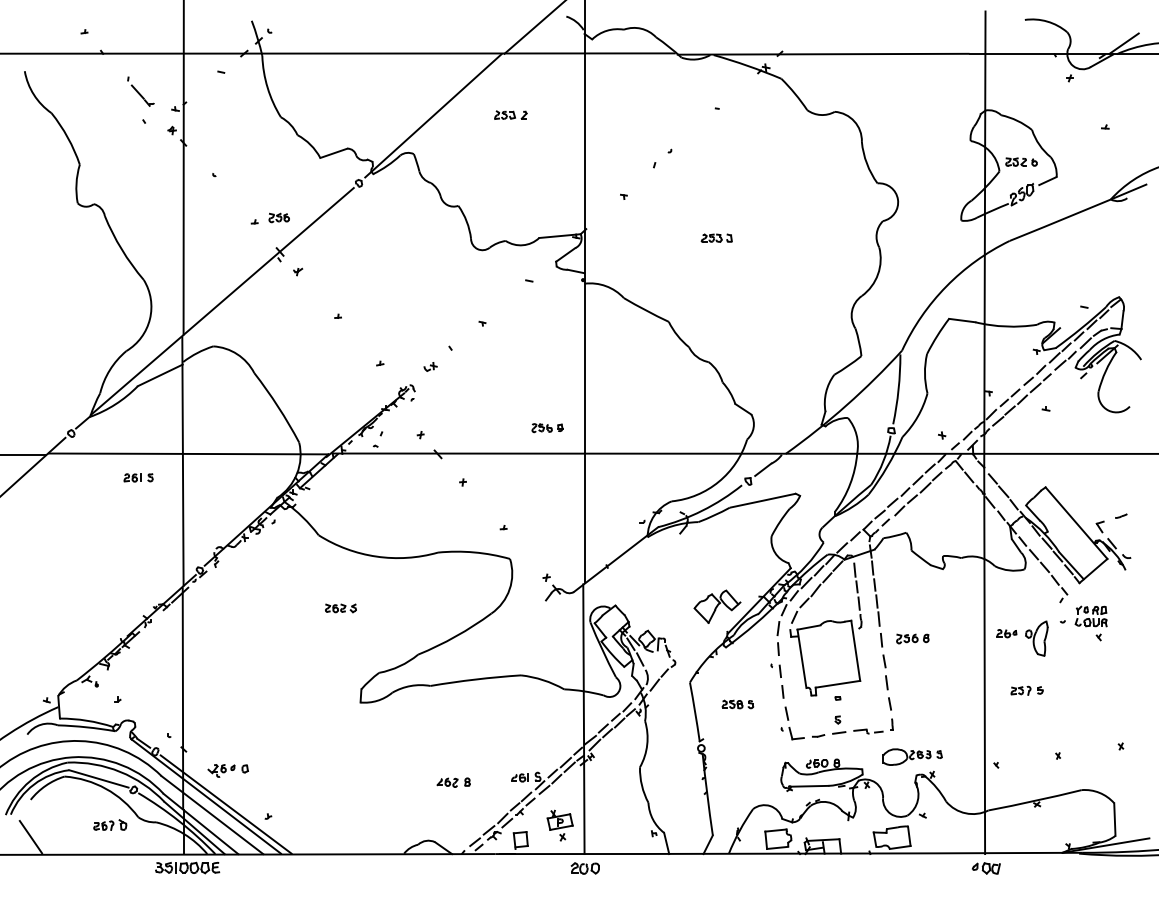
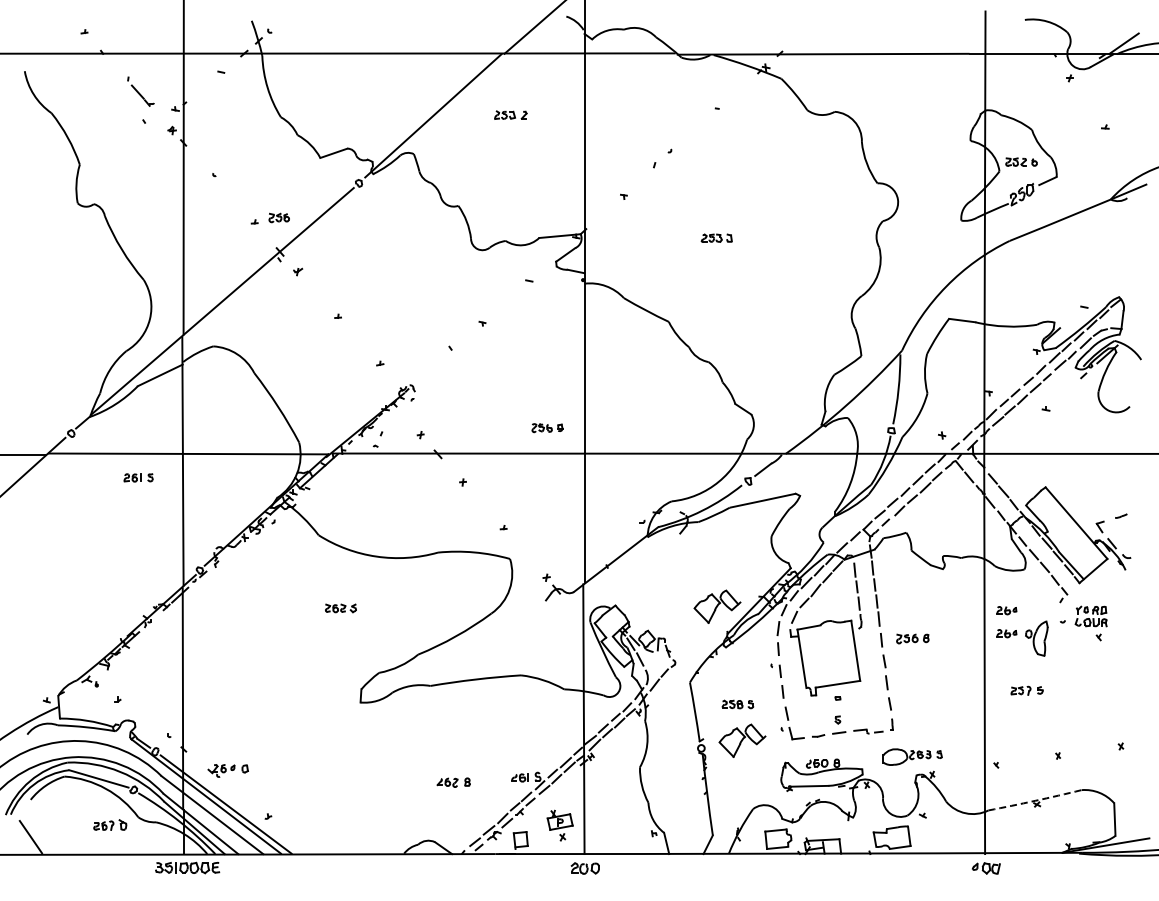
part at (430, 366): present -> none
part at (1006, 610): none -> present
part at (742, 740): none -> present
arc at (1035, 800): solid -> dashed
